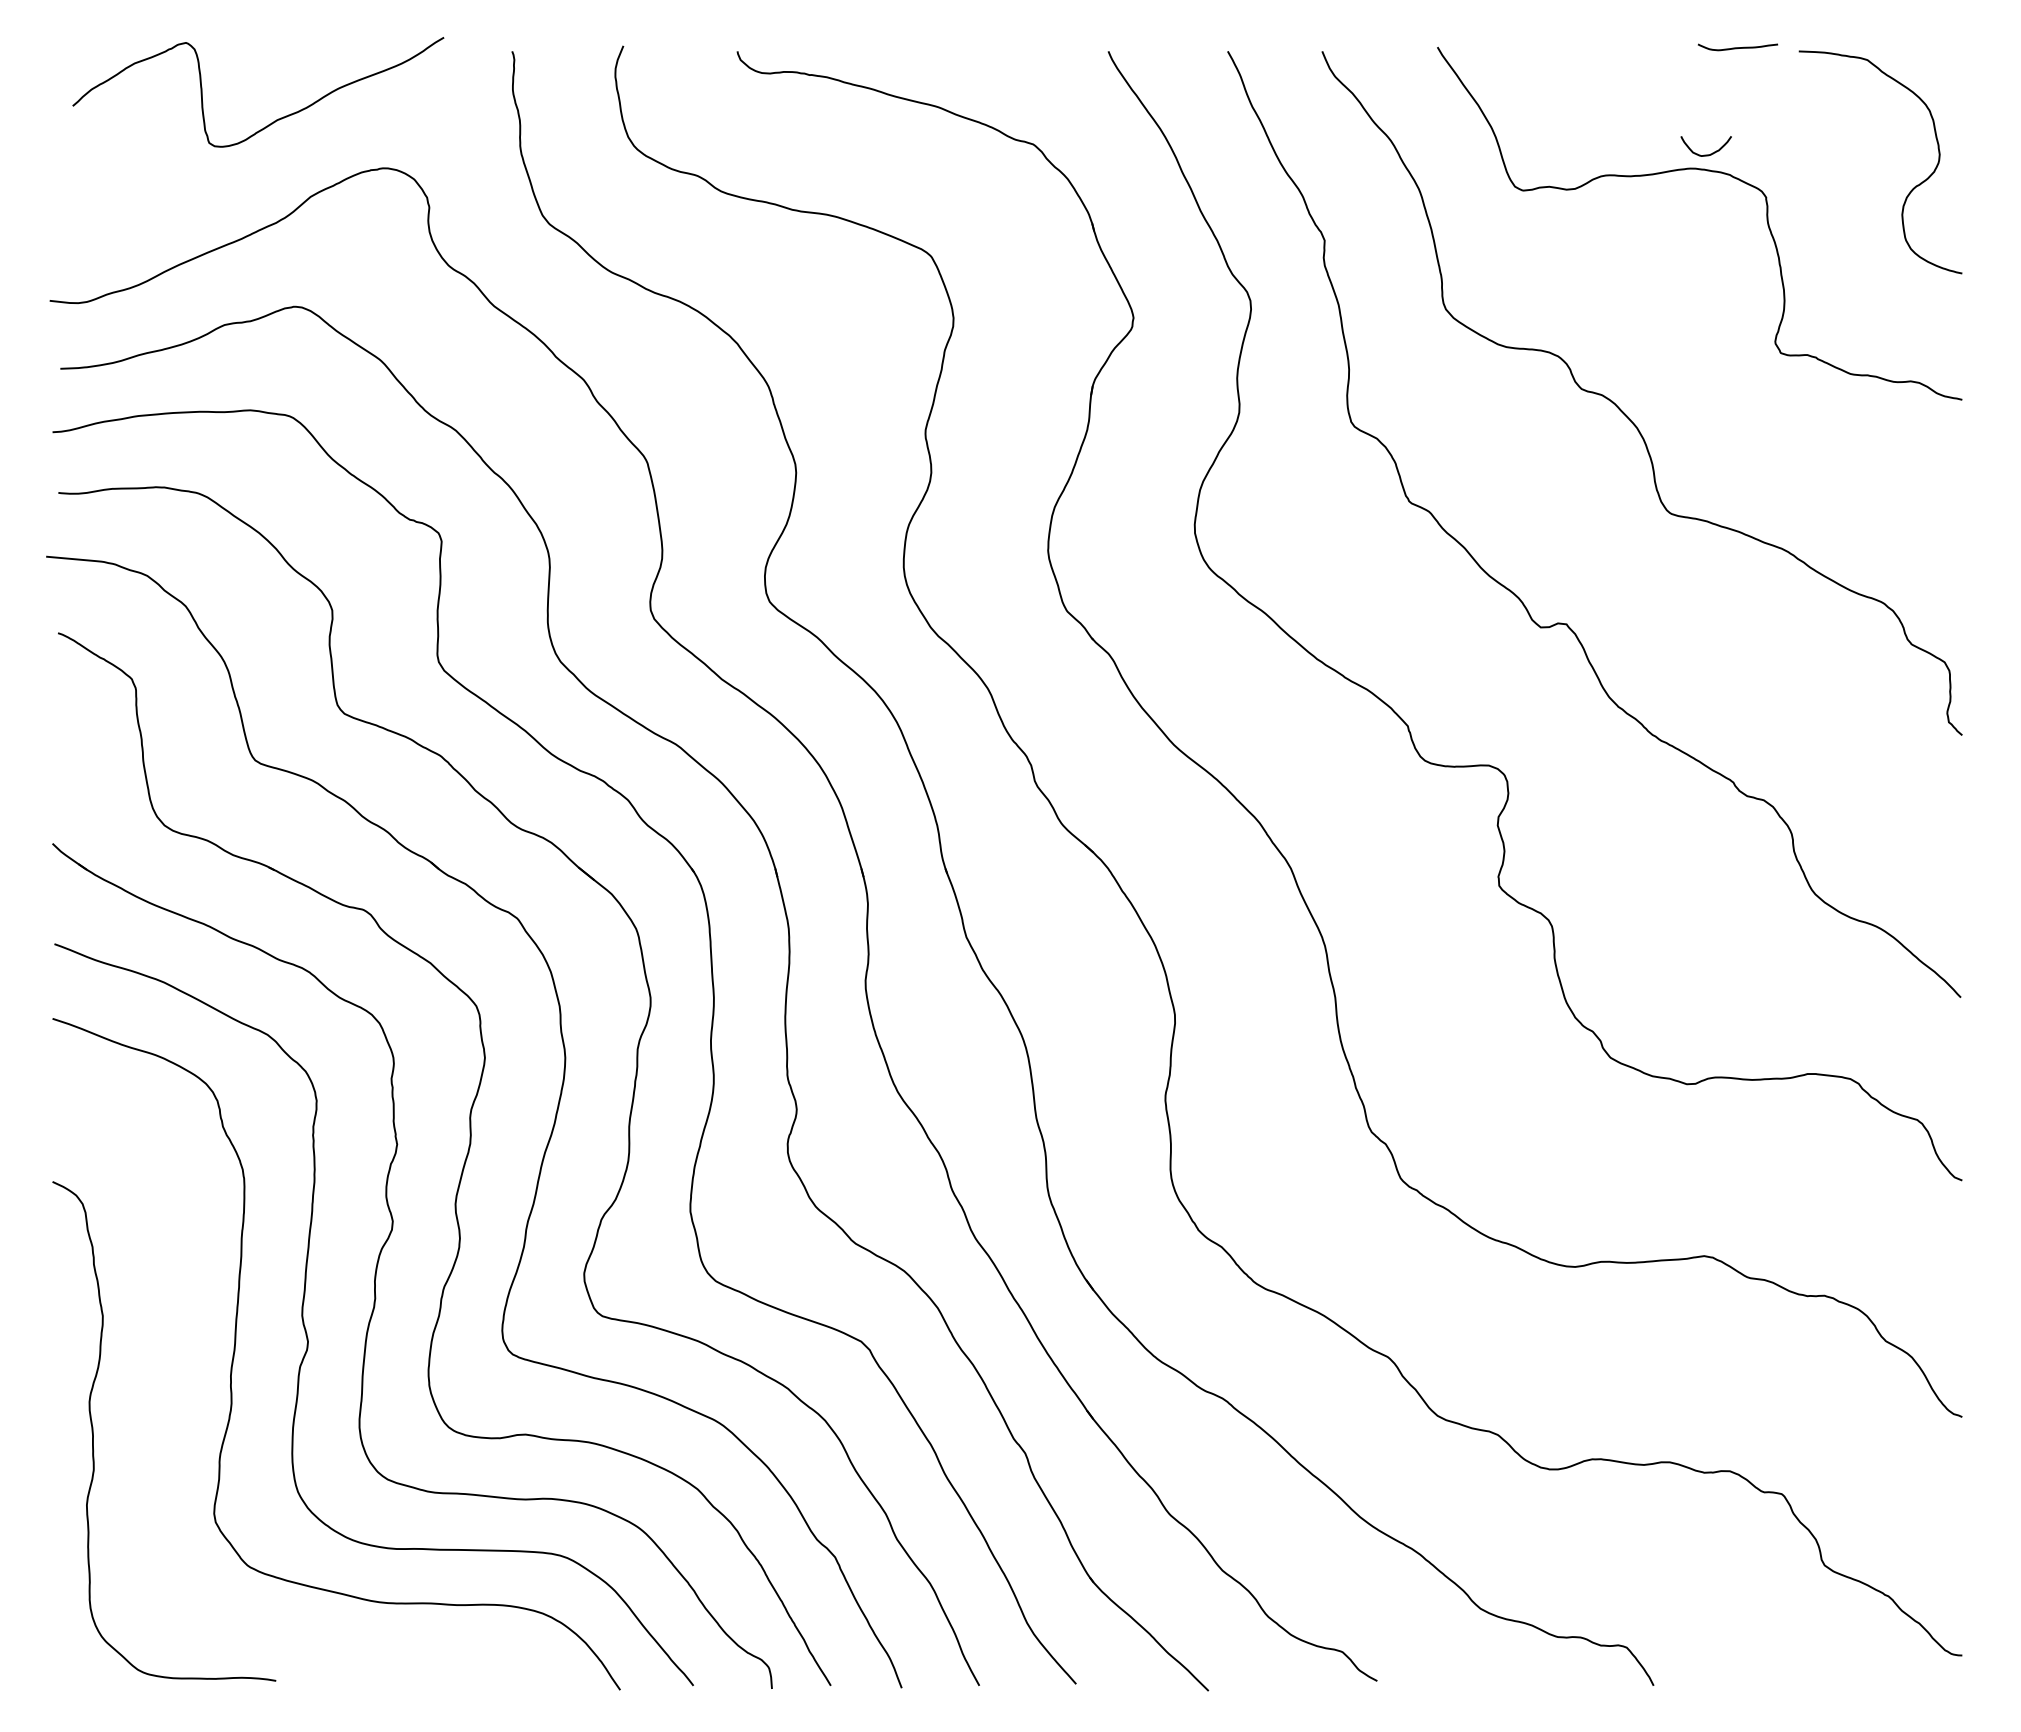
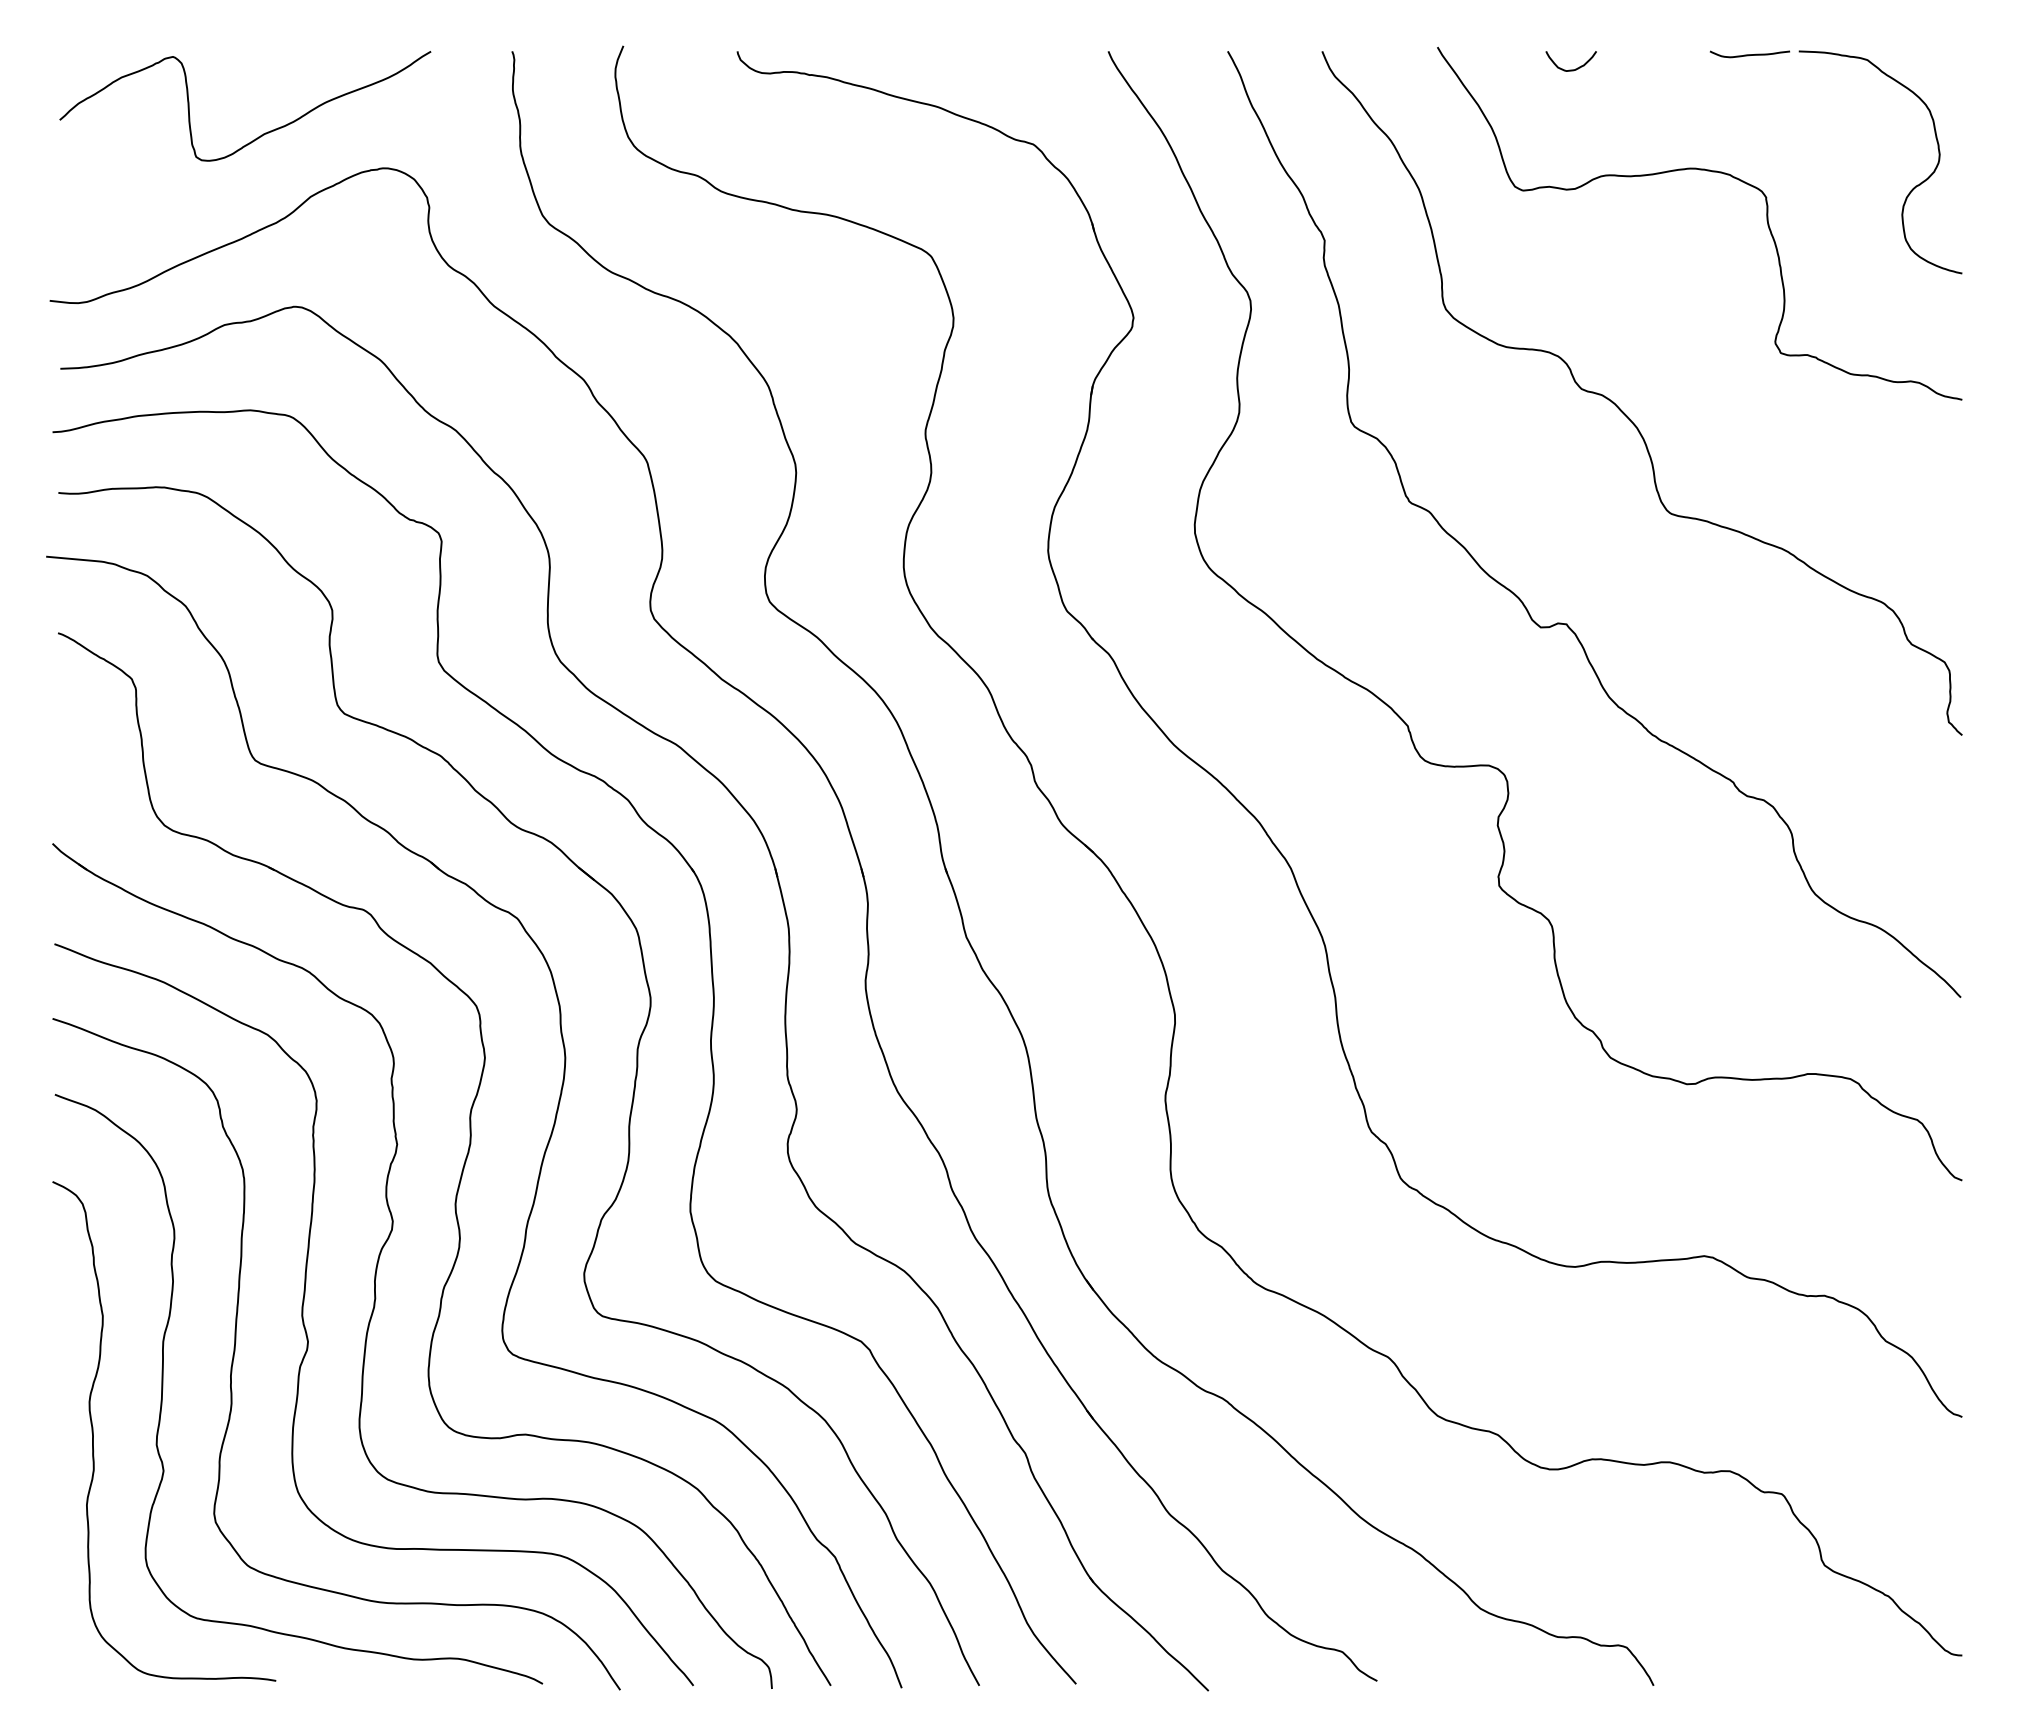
curve at (1738, 47) position: (1738, 47) -> (1750, 54)
curve at (274, 120) position: (274, 120) -> (261, 134)
curve at (1705, 154) position: (1705, 154) -> (1570, 69)
curve at (163, 1389): none -> present
